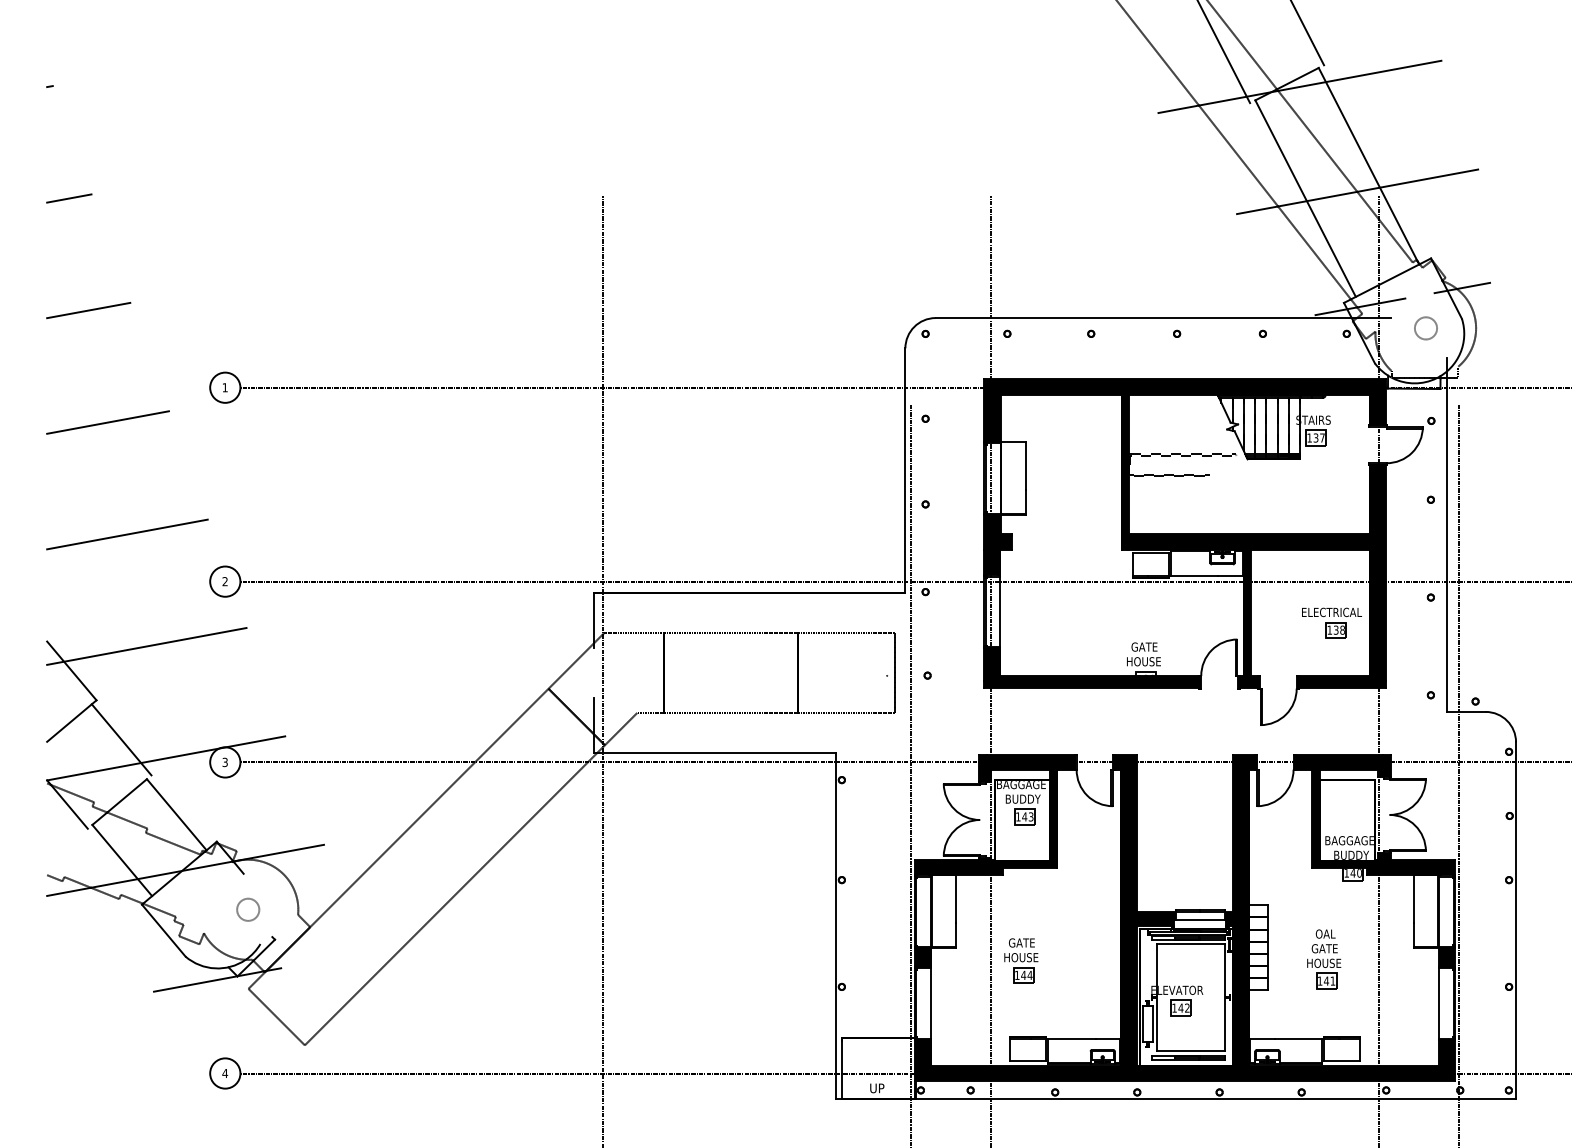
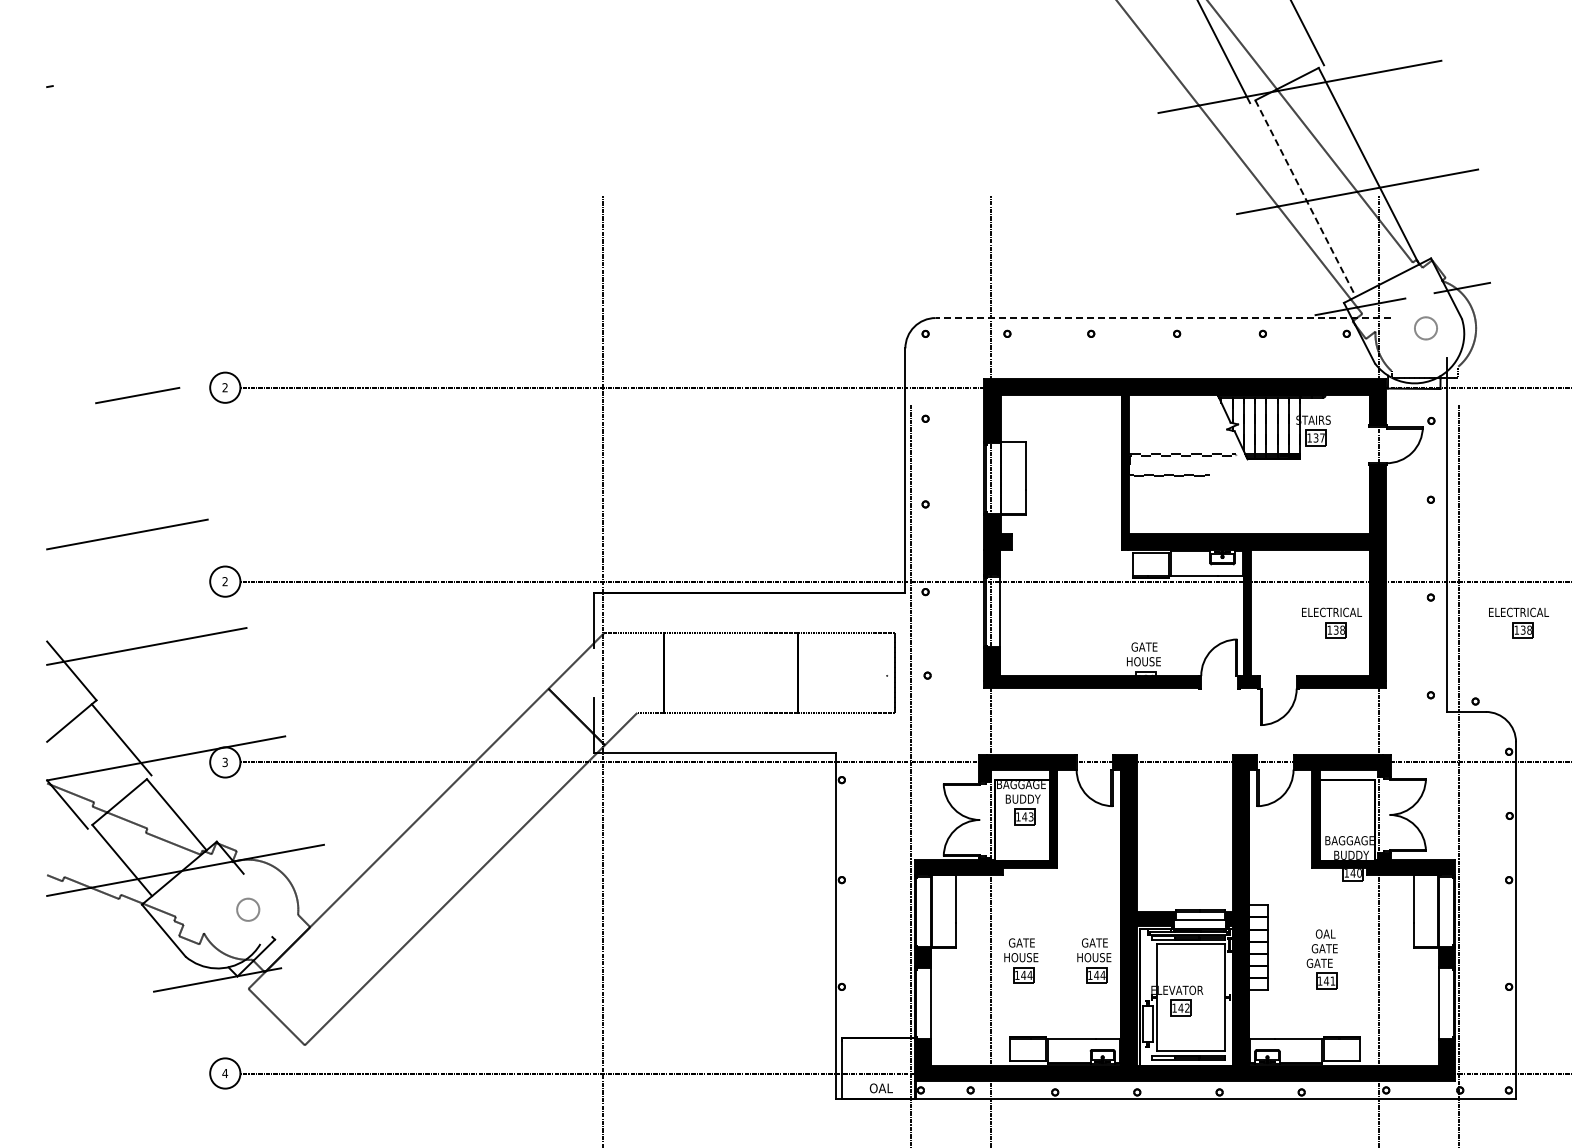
line at (69, 198): present -> none
line at (1305, 199): solid -> dashed
line at (88, 310) position: (88, 310) -> (137, 395)
line at (1163, 318): solid -> dashed
text at (224, 387): 1 -> 2
line at (107, 422): present -> none
part at (1518, 622): none -> present
part at (1094, 960): none -> present
text at (1323, 962): HOUSE -> GATE
text at (880, 1088): UP -> OAL
